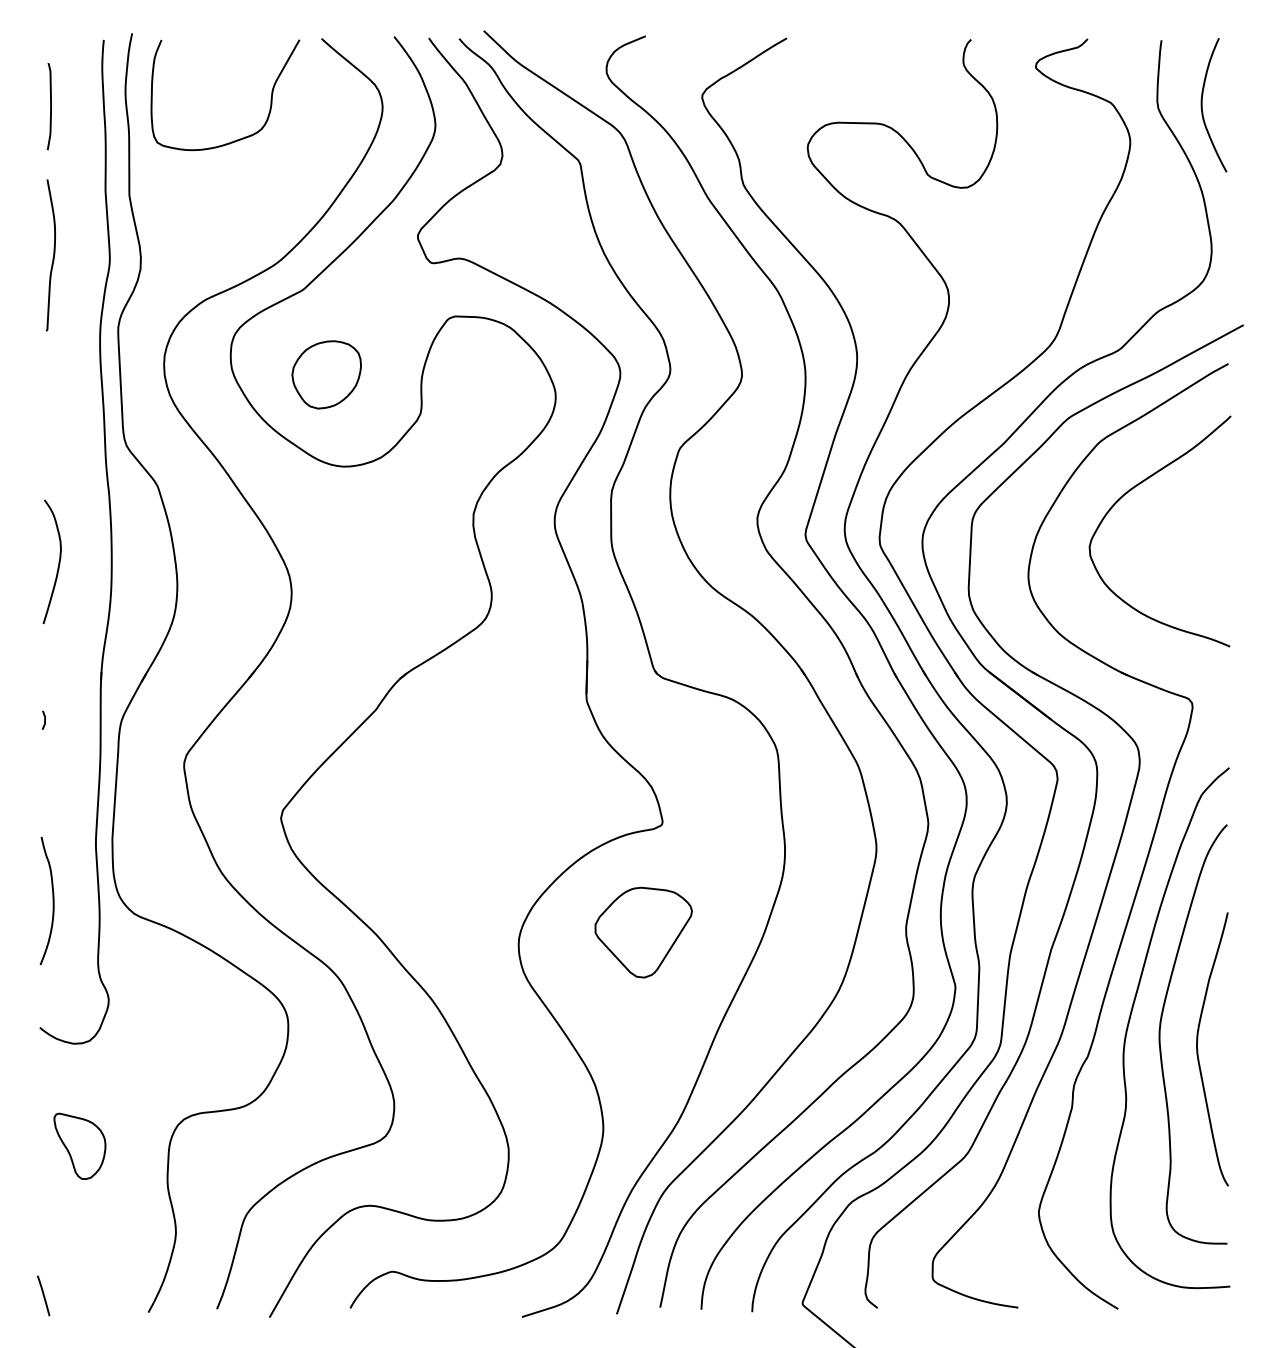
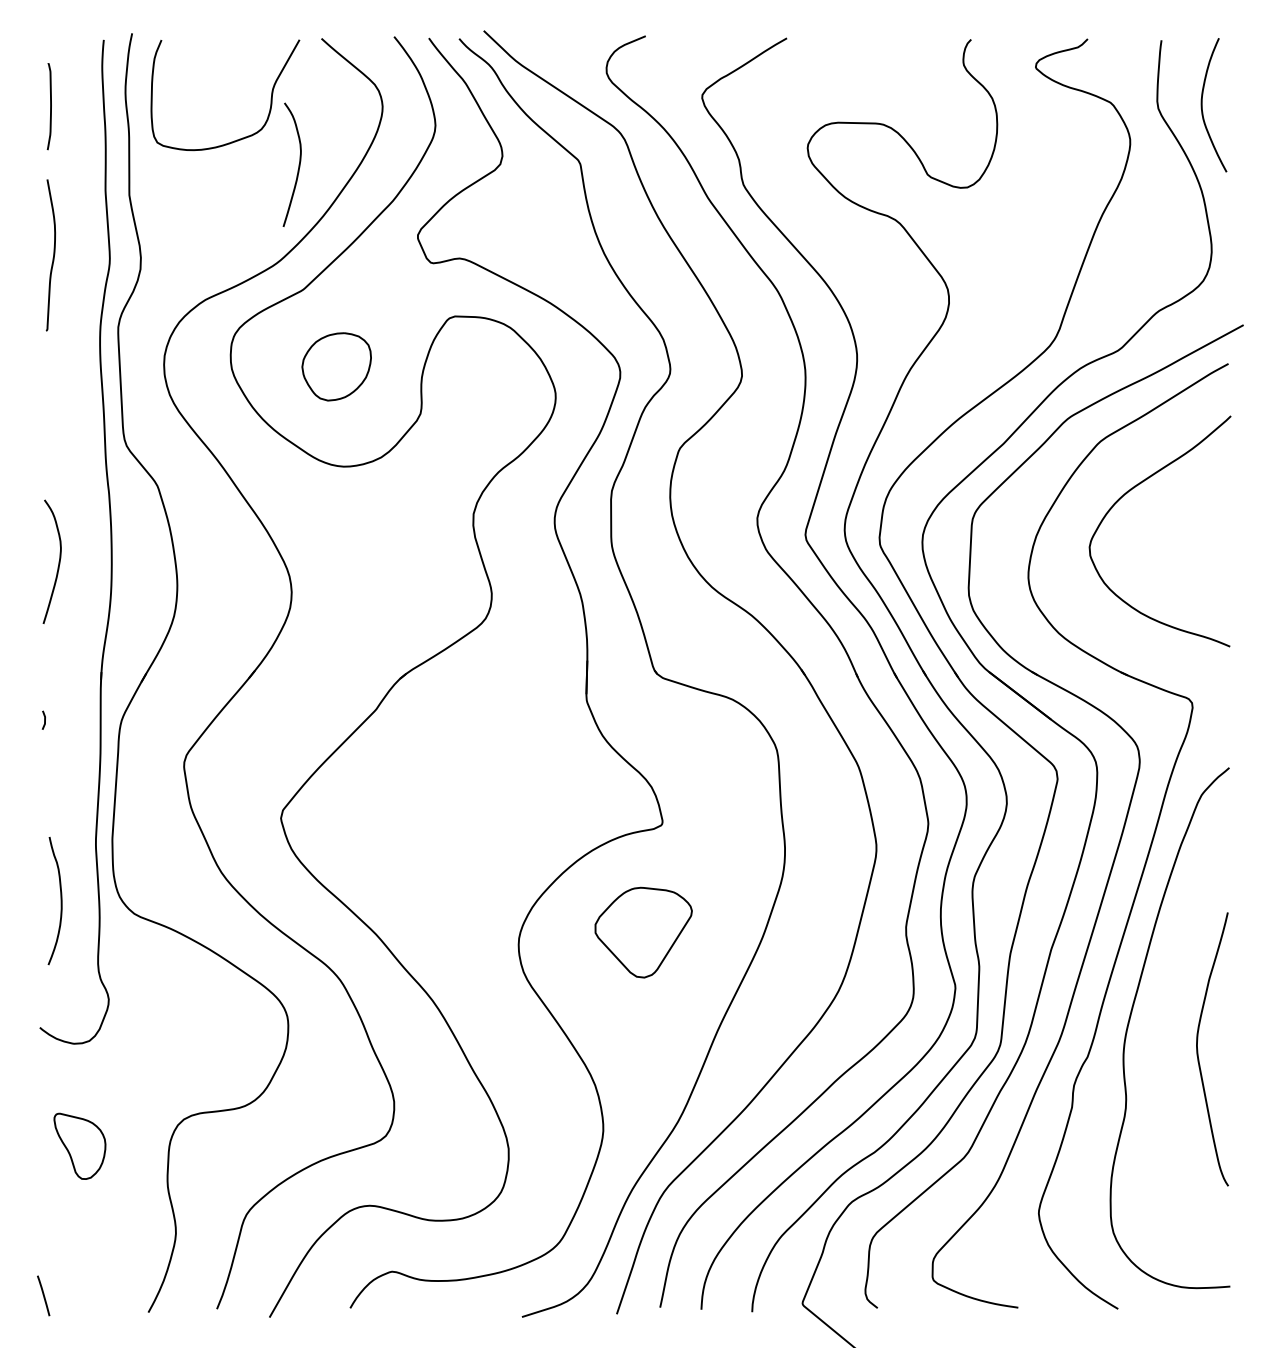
curve at (298, 164): none -> present
part at (326, 374) position: (326, 374) -> (336, 366)
curve at (52, 901) position: (52, 901) -> (60, 901)
curve at (1160, 1034): present -> none
